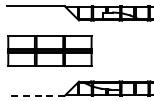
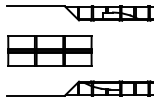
line at (35, 95): dashed -> solid
